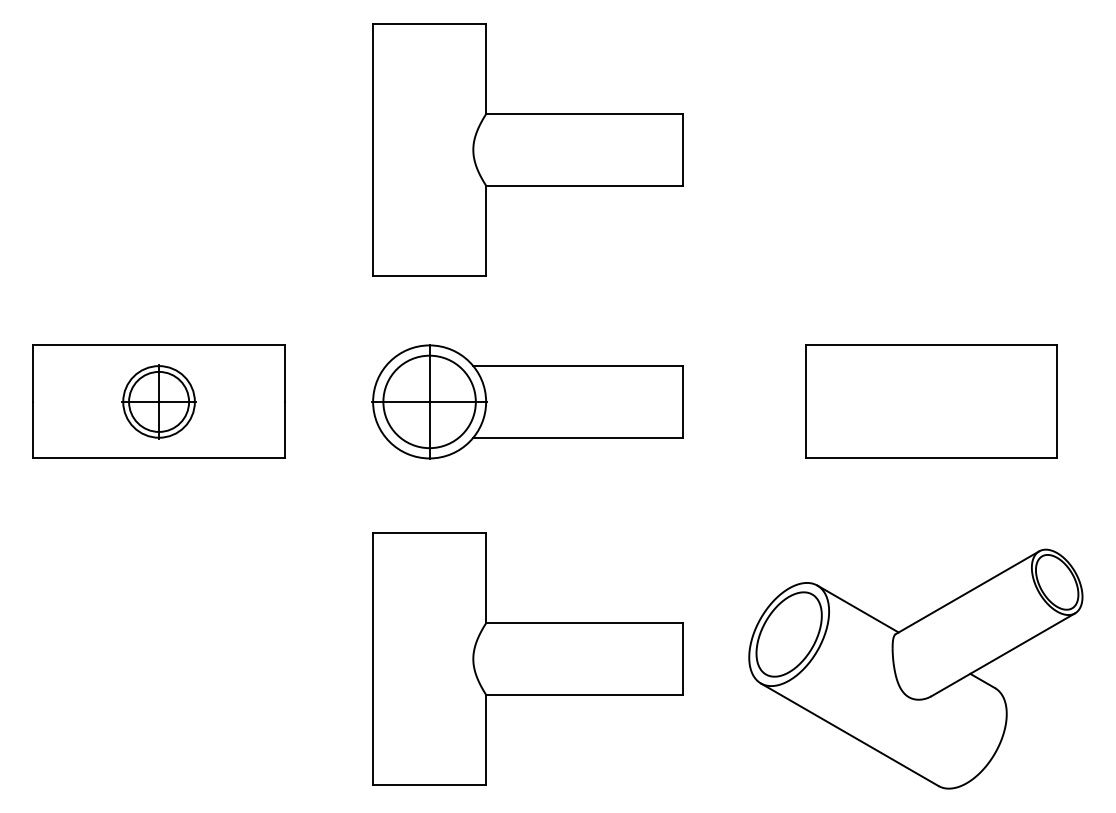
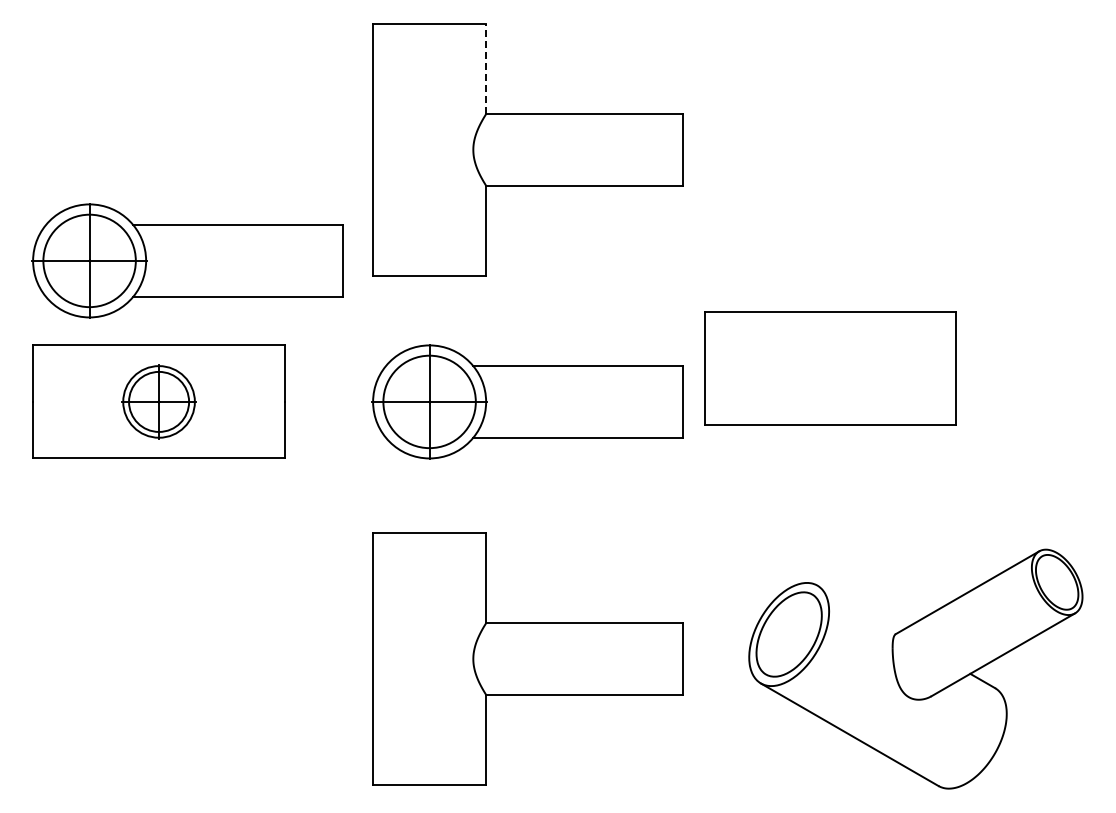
line at (486, 69): solid -> dashed
part at (187, 260): none -> present
part at (931, 401) position: (931, 401) -> (830, 368)
line at (857, 608): present -> none
